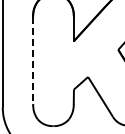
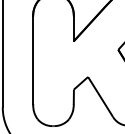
line at (33, 60): dashed -> solid
